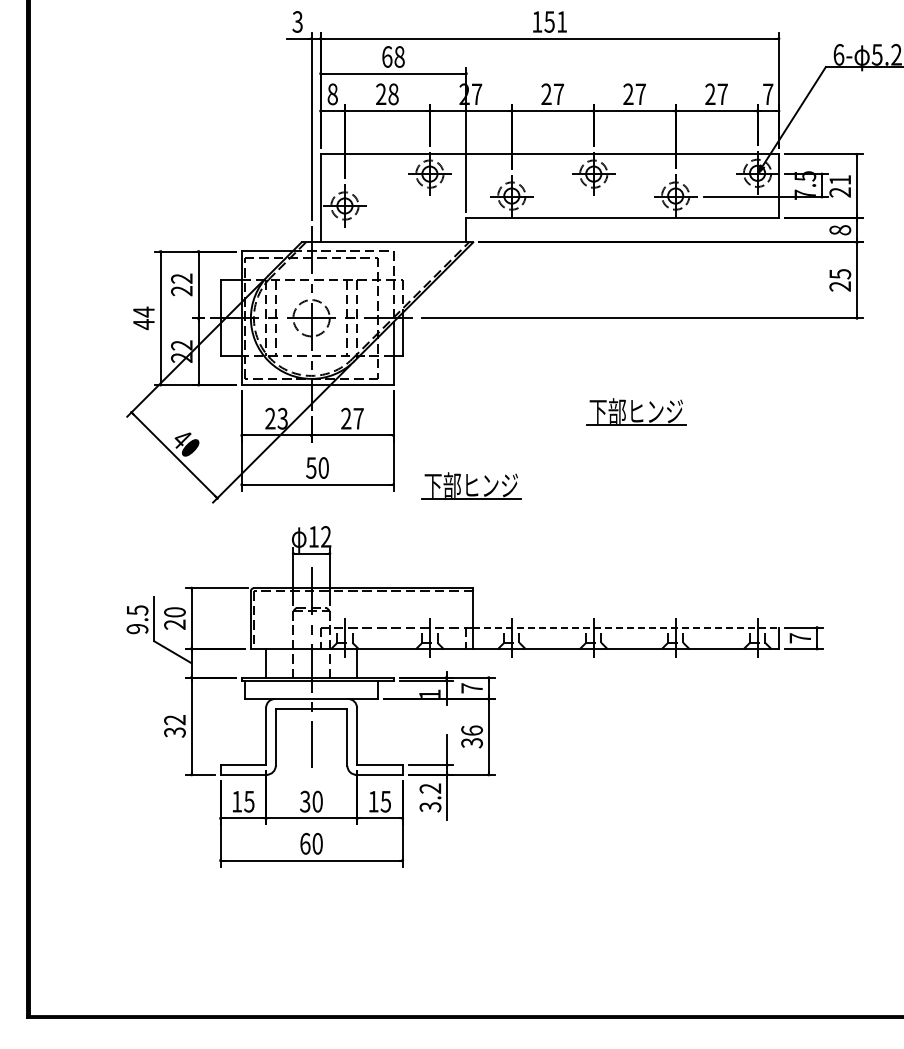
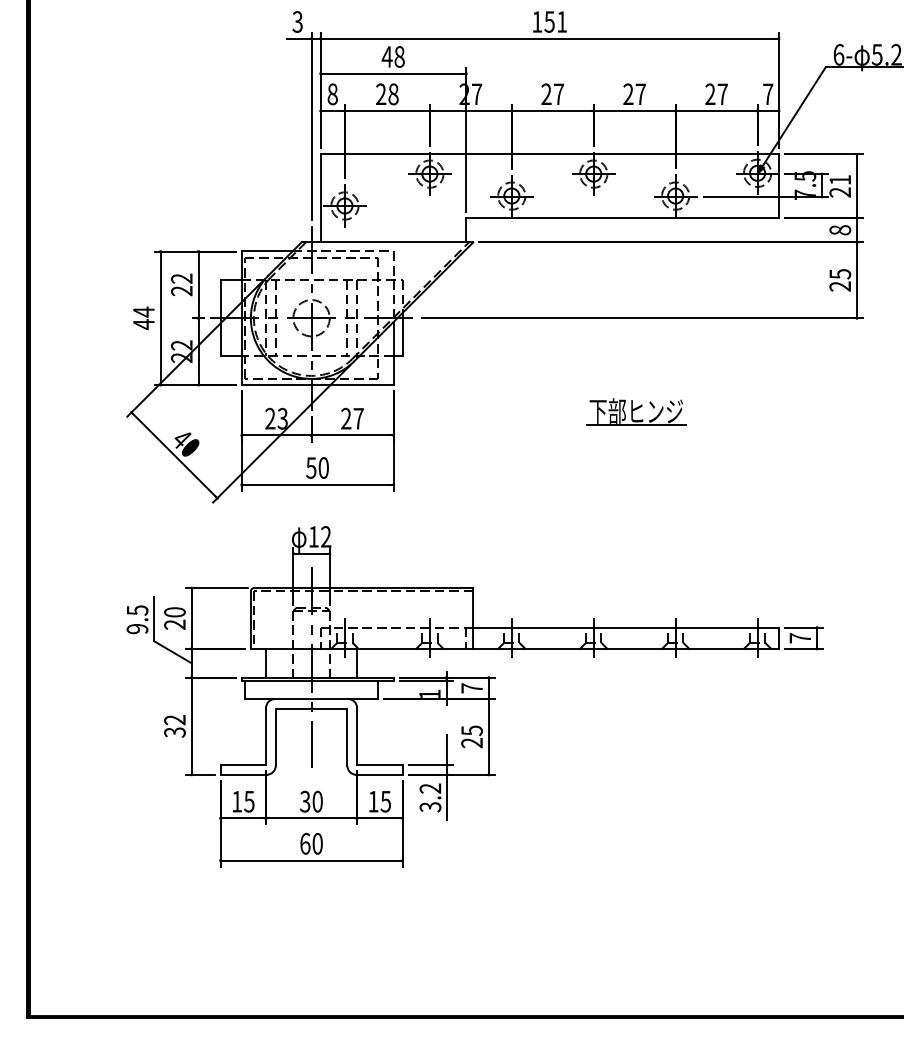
text at (386, 56): 68 -> 48
part at (471, 485): present -> none
line at (626, 627): dashed -> solid
text at (471, 736): 36 -> 25
